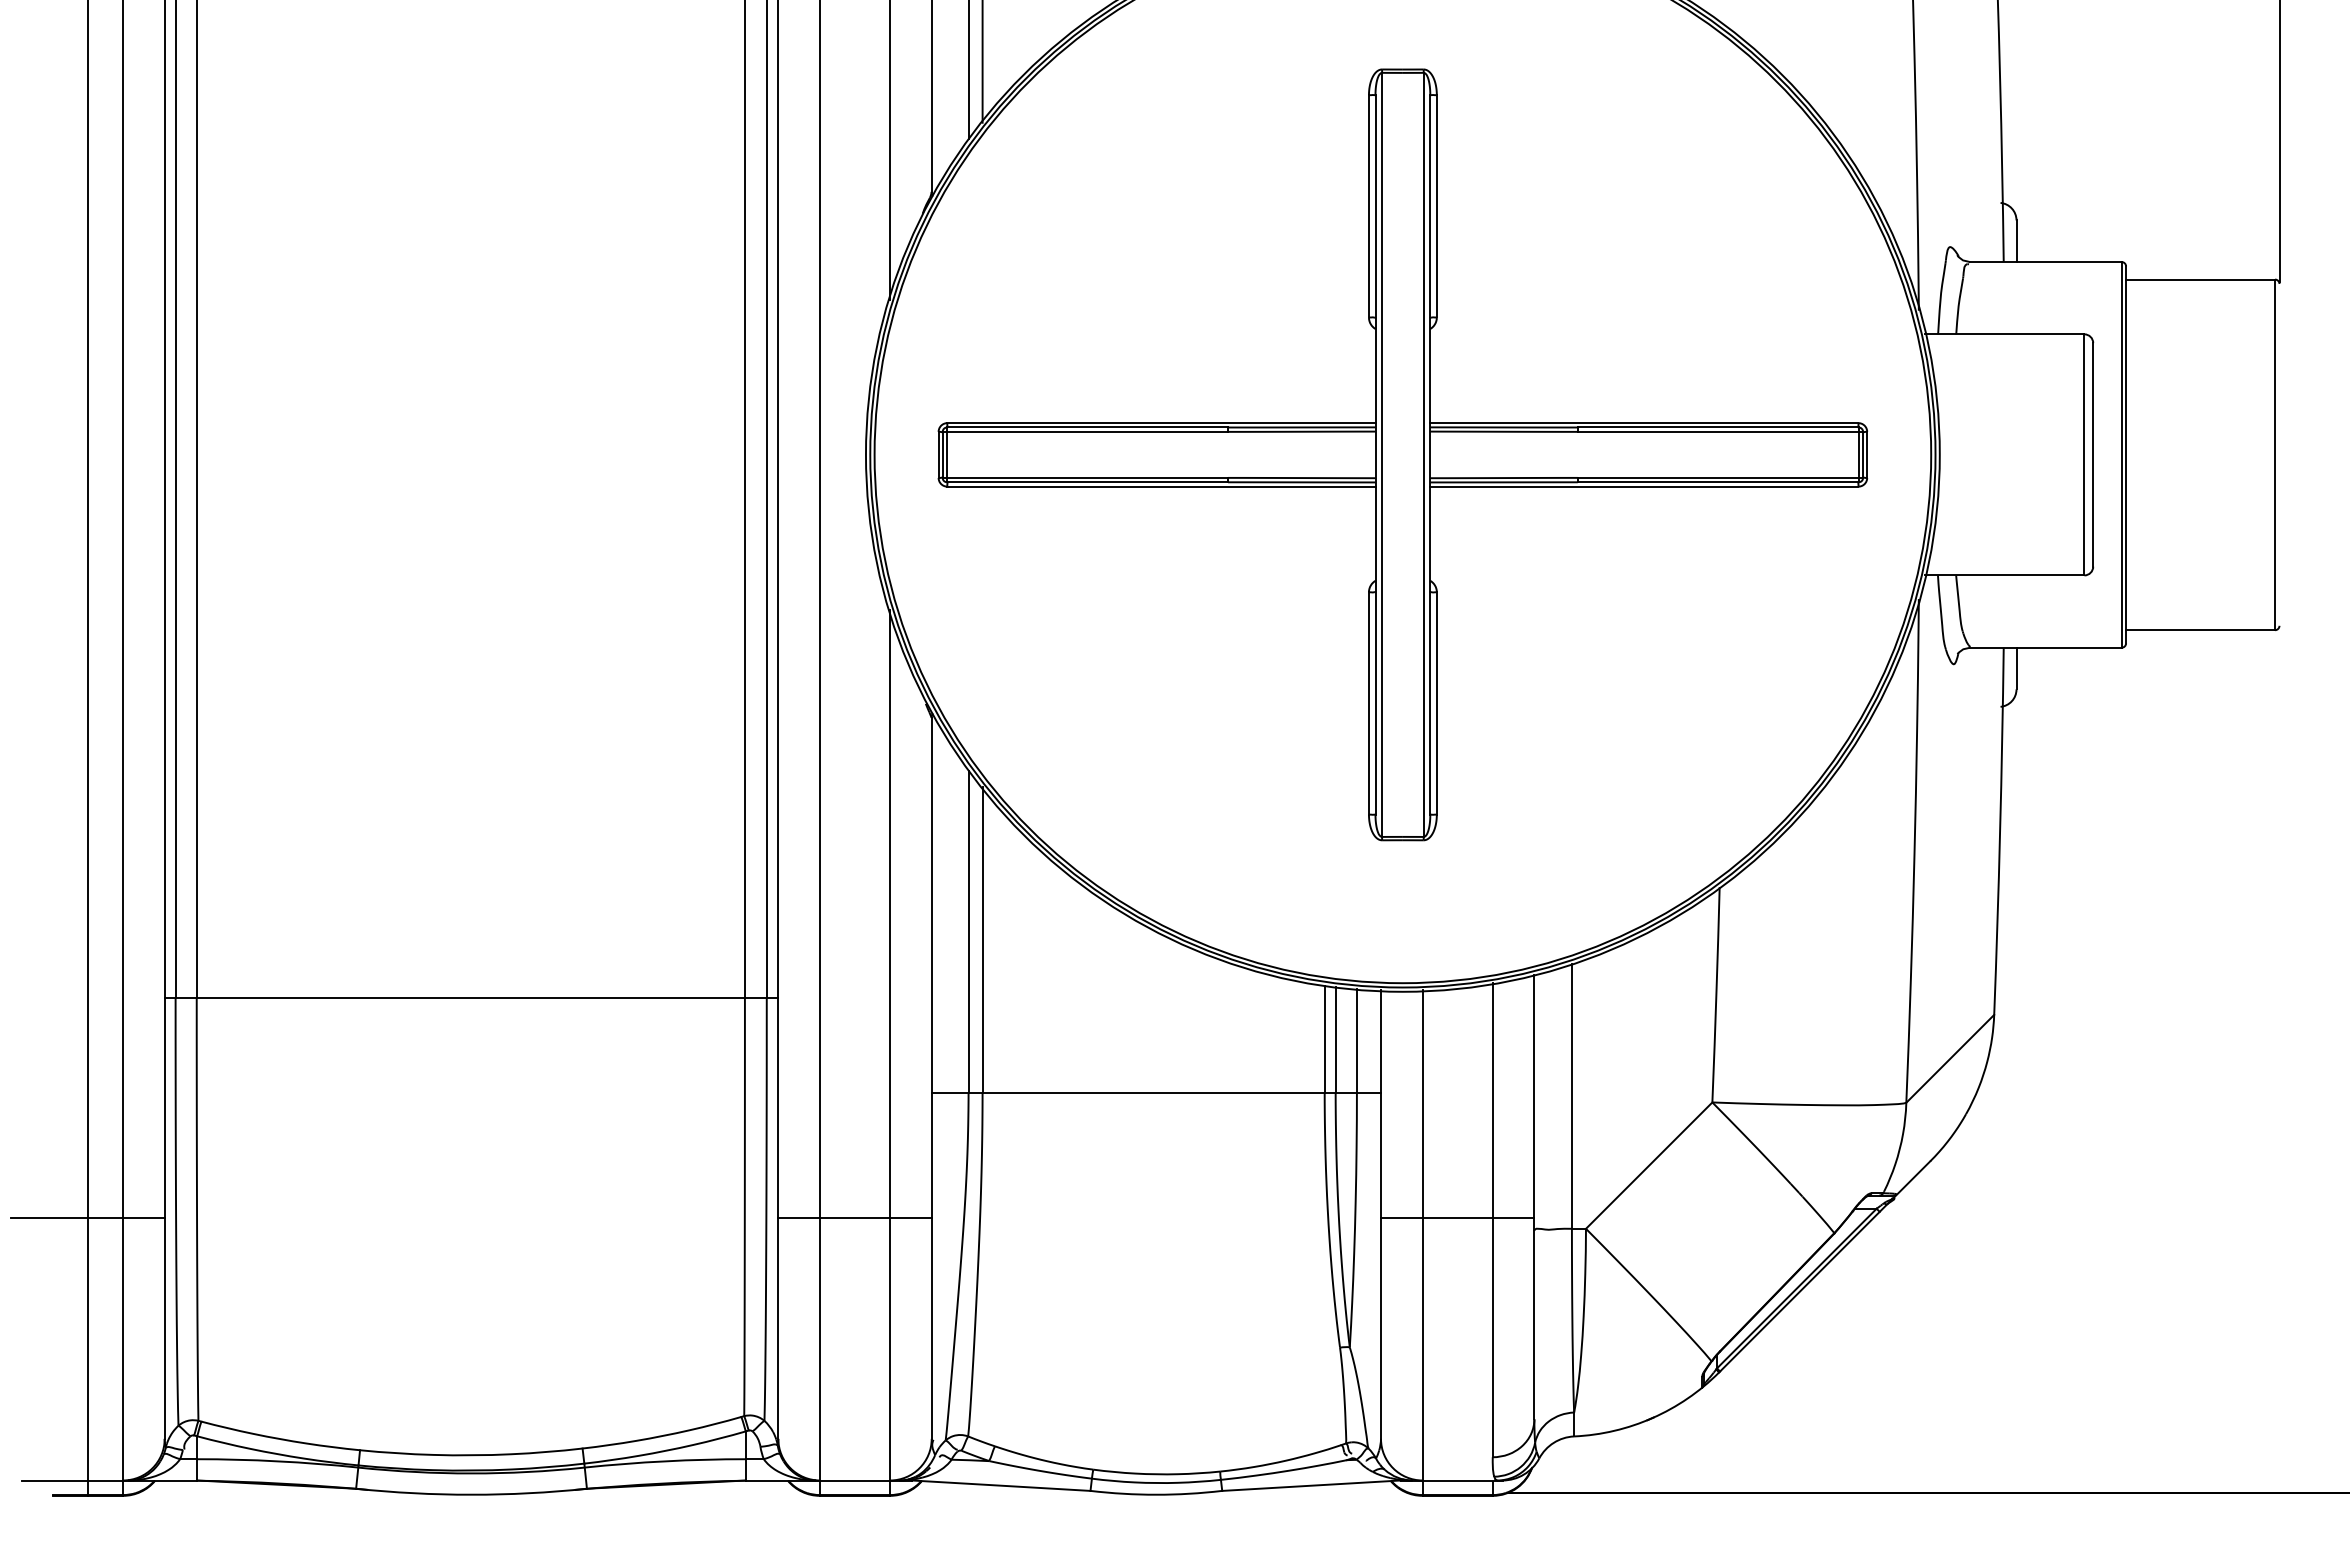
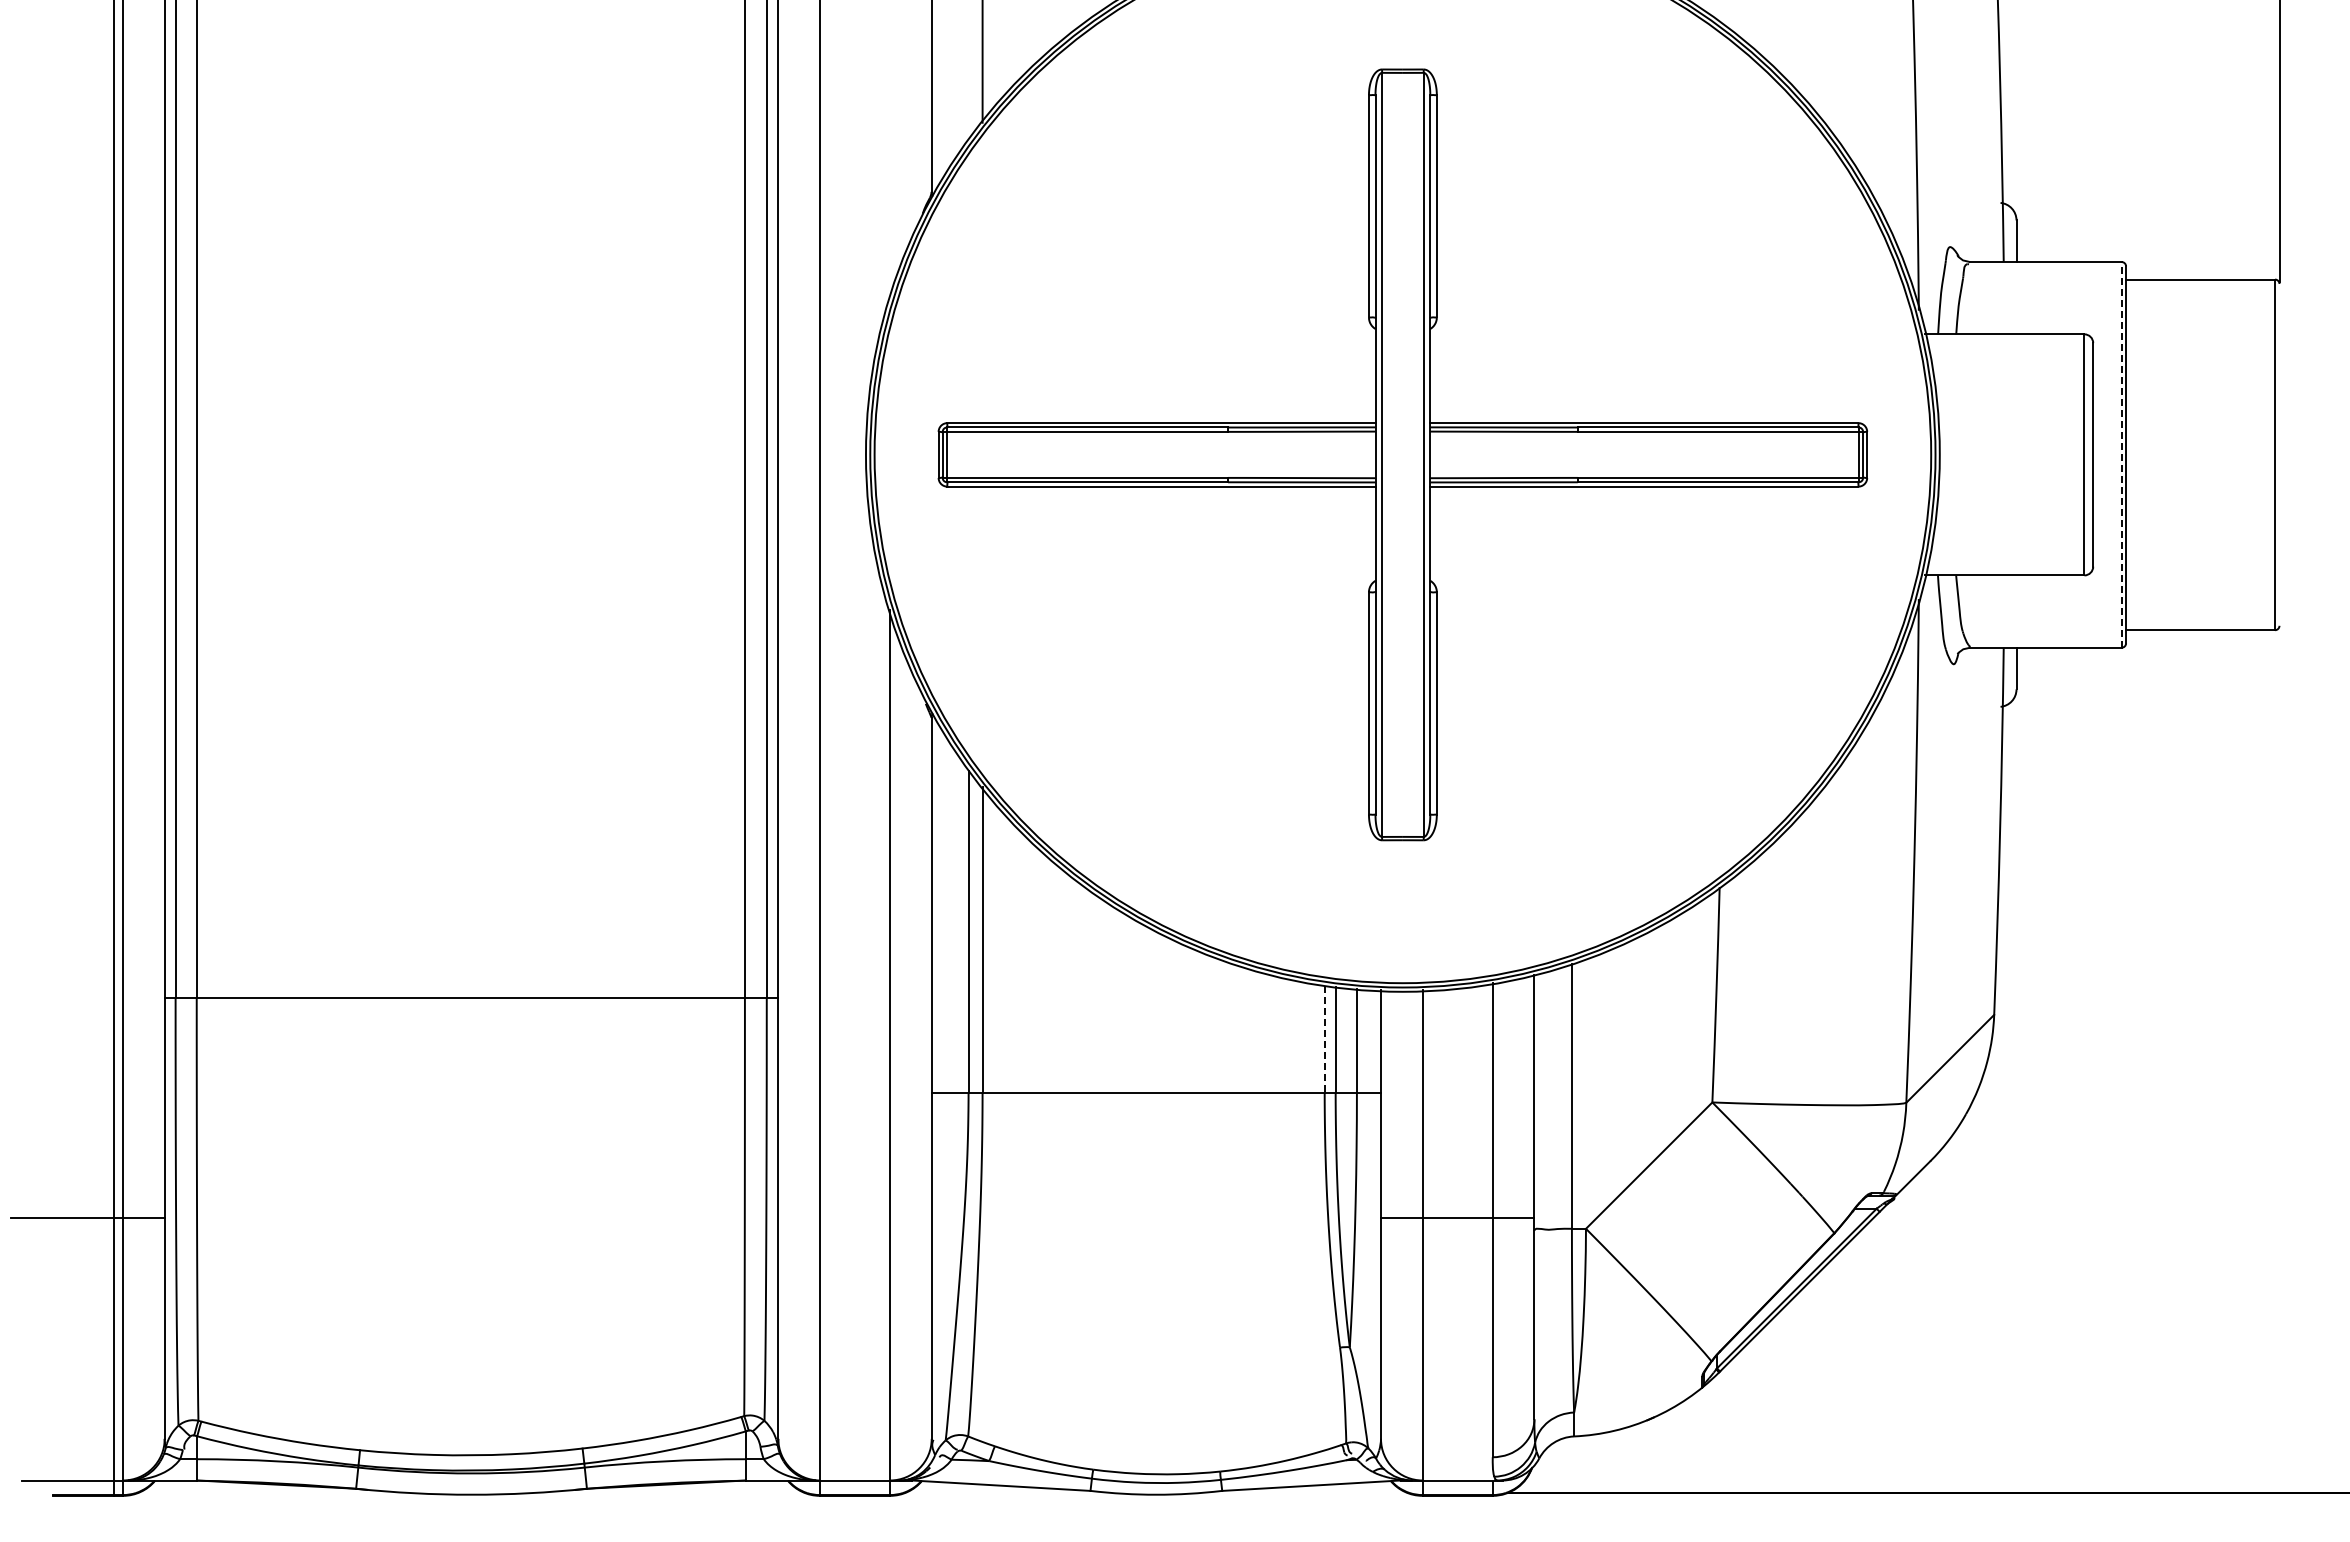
line at (968, 70): present -> none
line at (890, 150): present -> none
line at (2121, 454): solid -> dashed
line at (88, 748) position: (88, 748) -> (114, 748)
line at (1324, 1039): solid -> dashed
line at (854, 1217): present -> none
